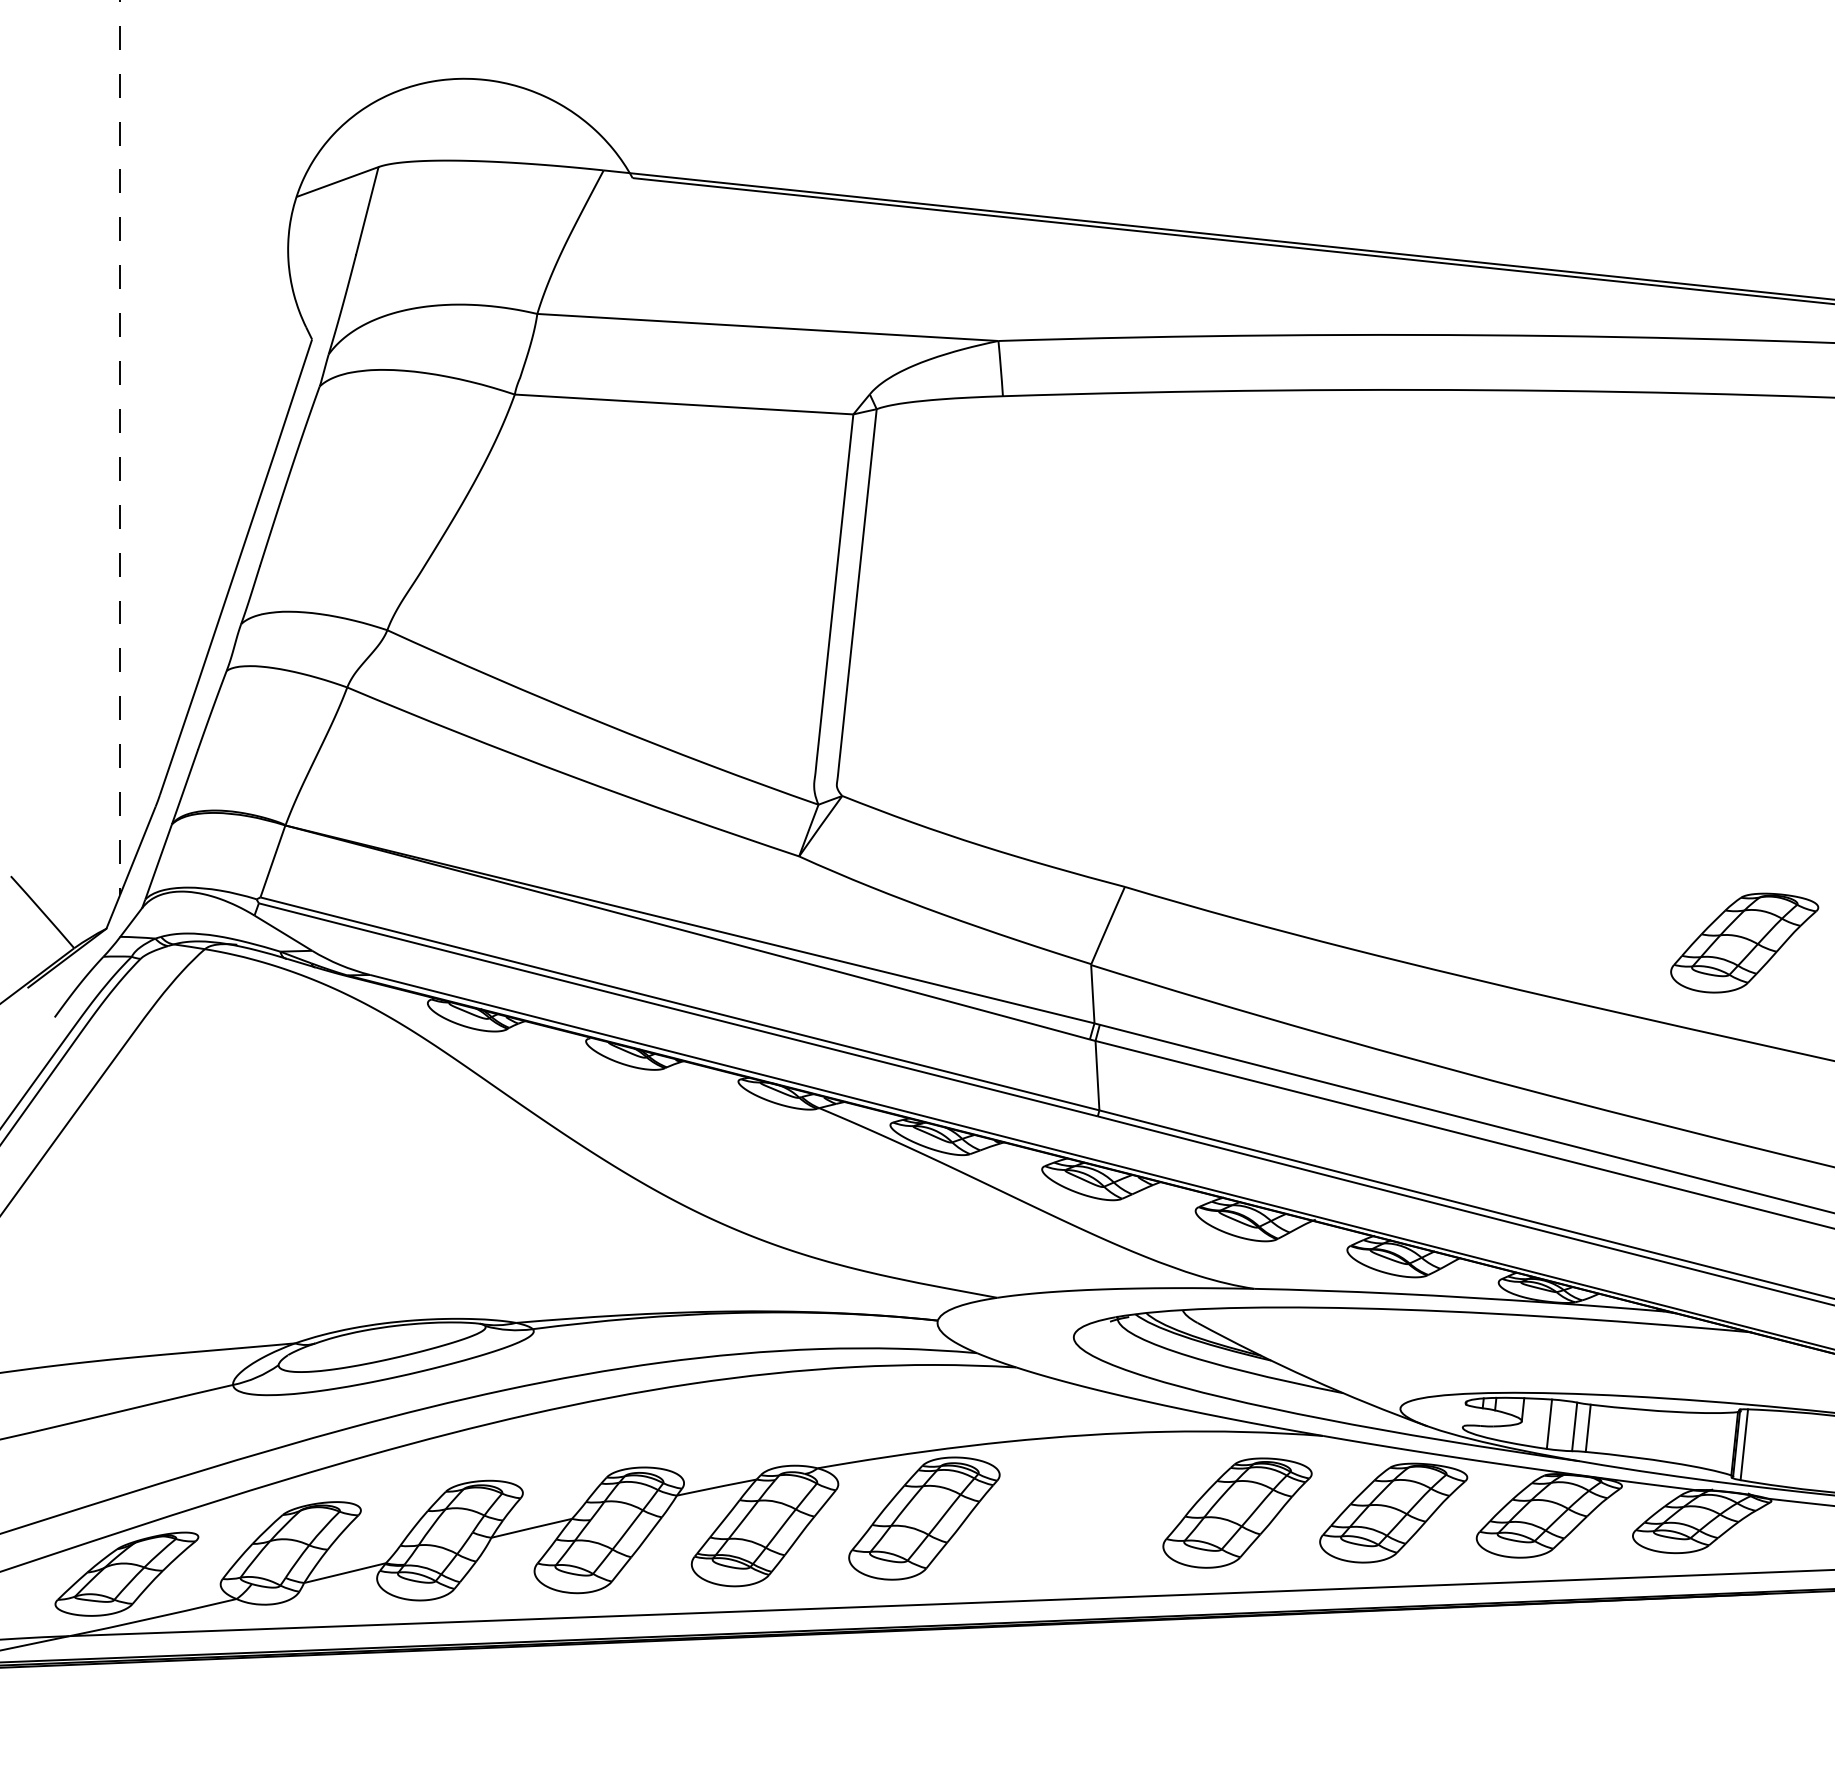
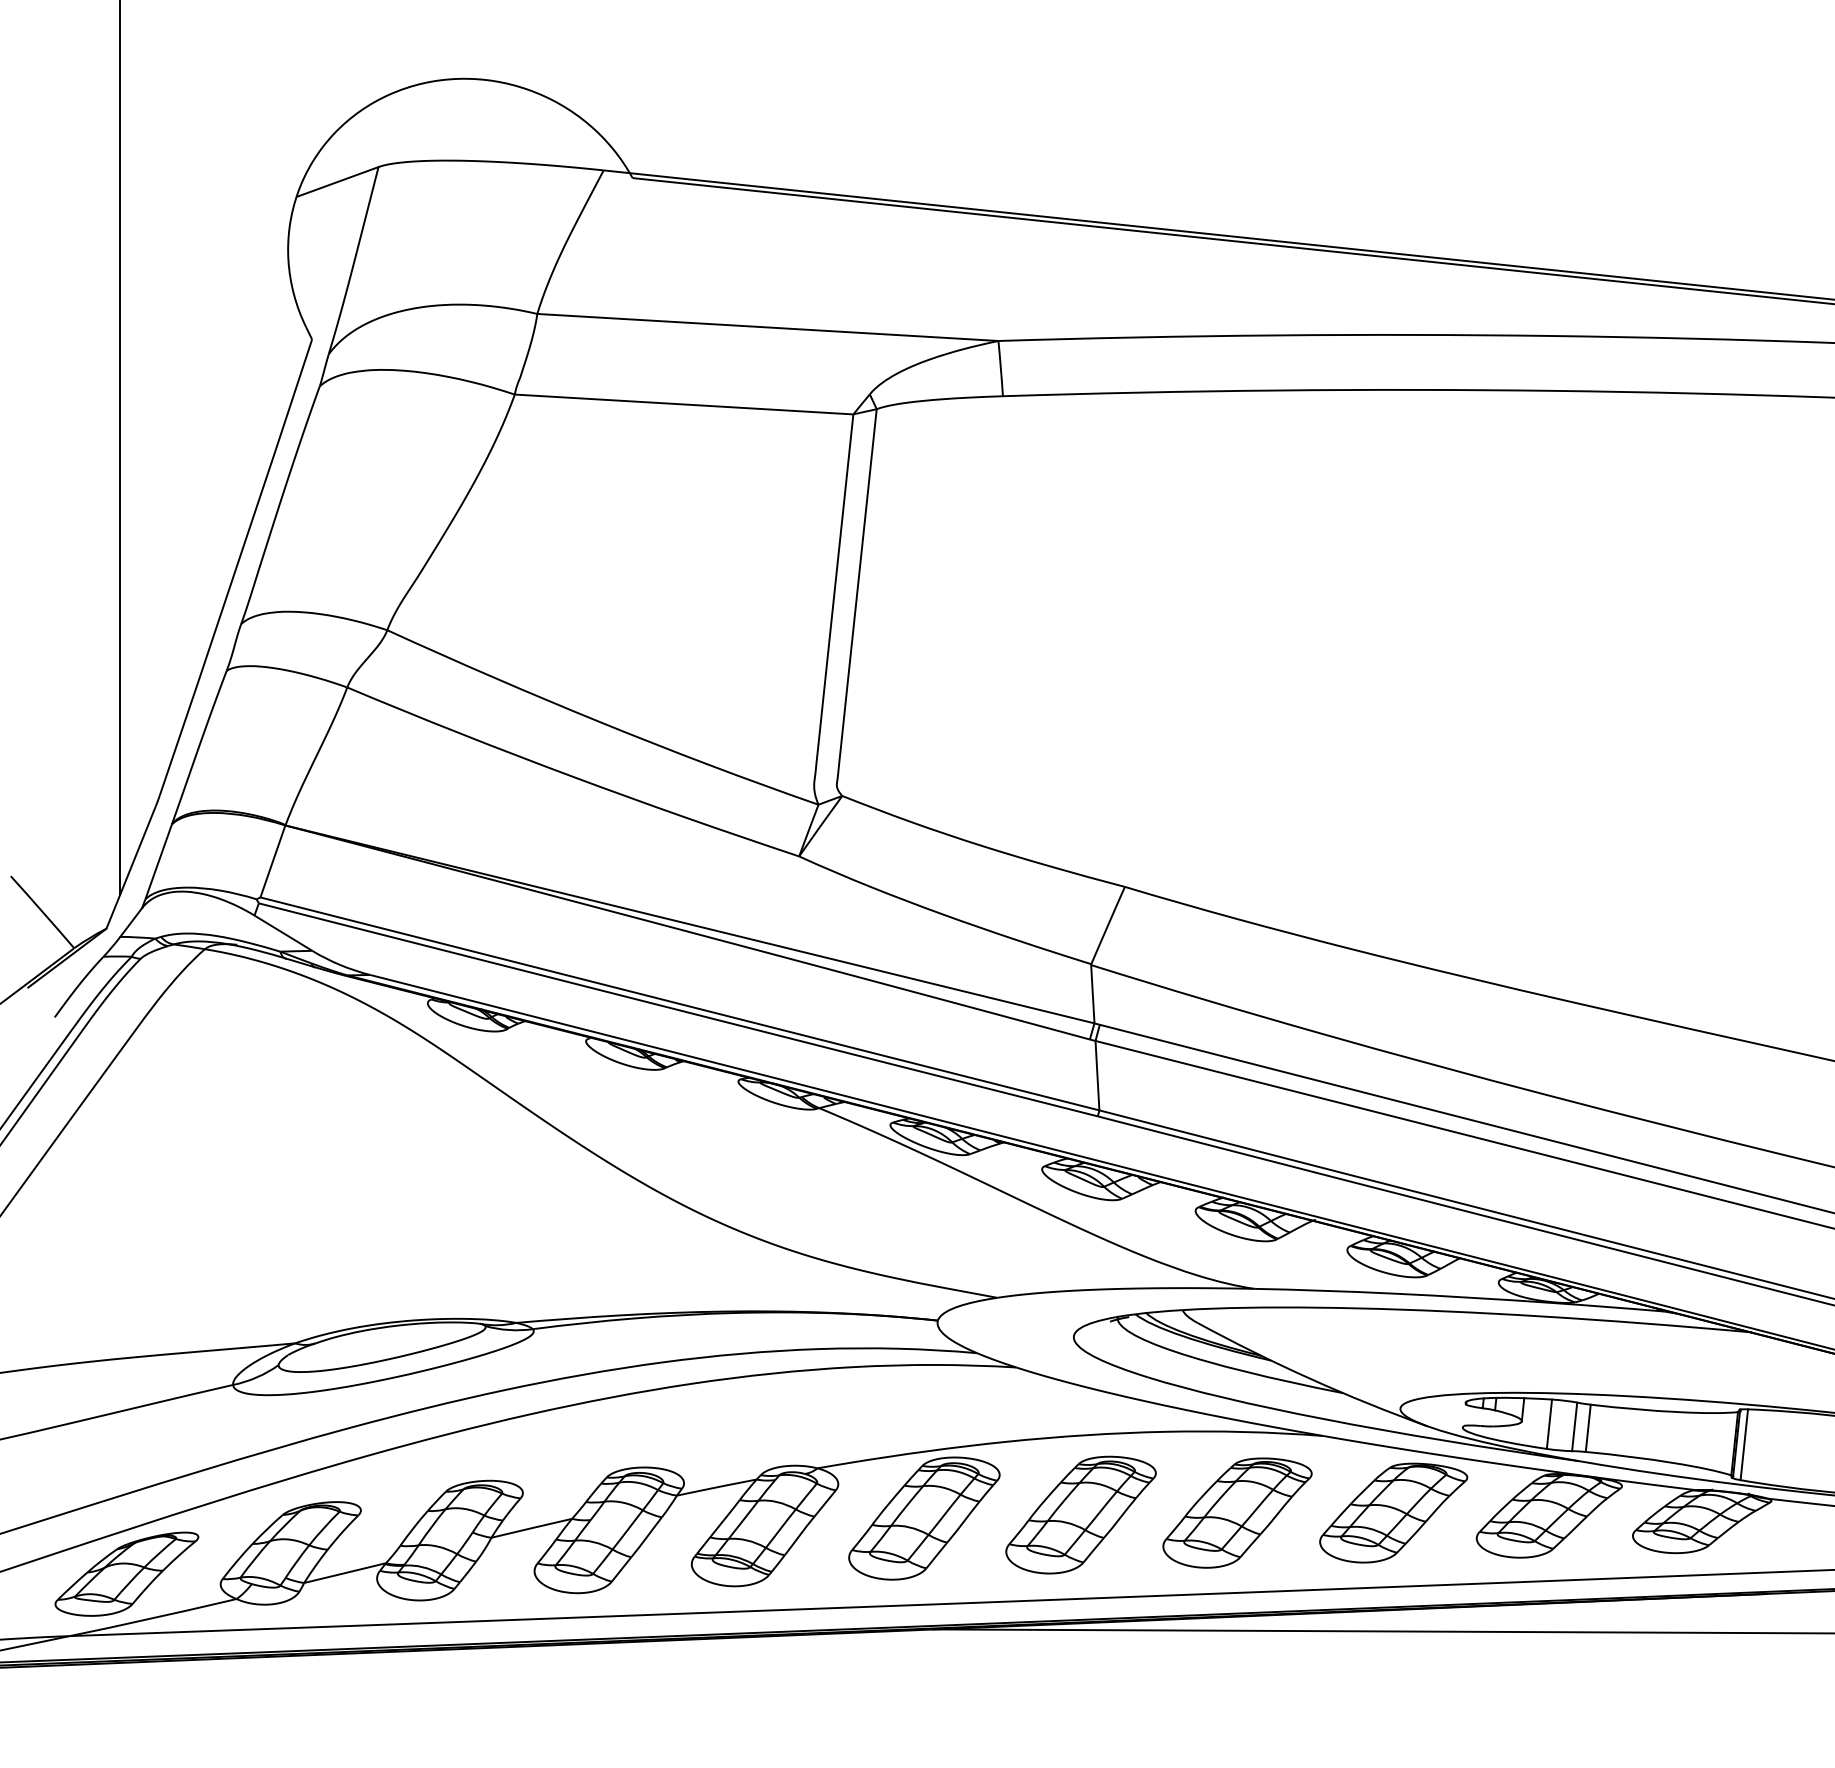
line at (120, 448): dashed -> solid
part at (1744, 942): present -> none
part at (1080, 1514): none -> present
line at (1381, 1631): none -> present
